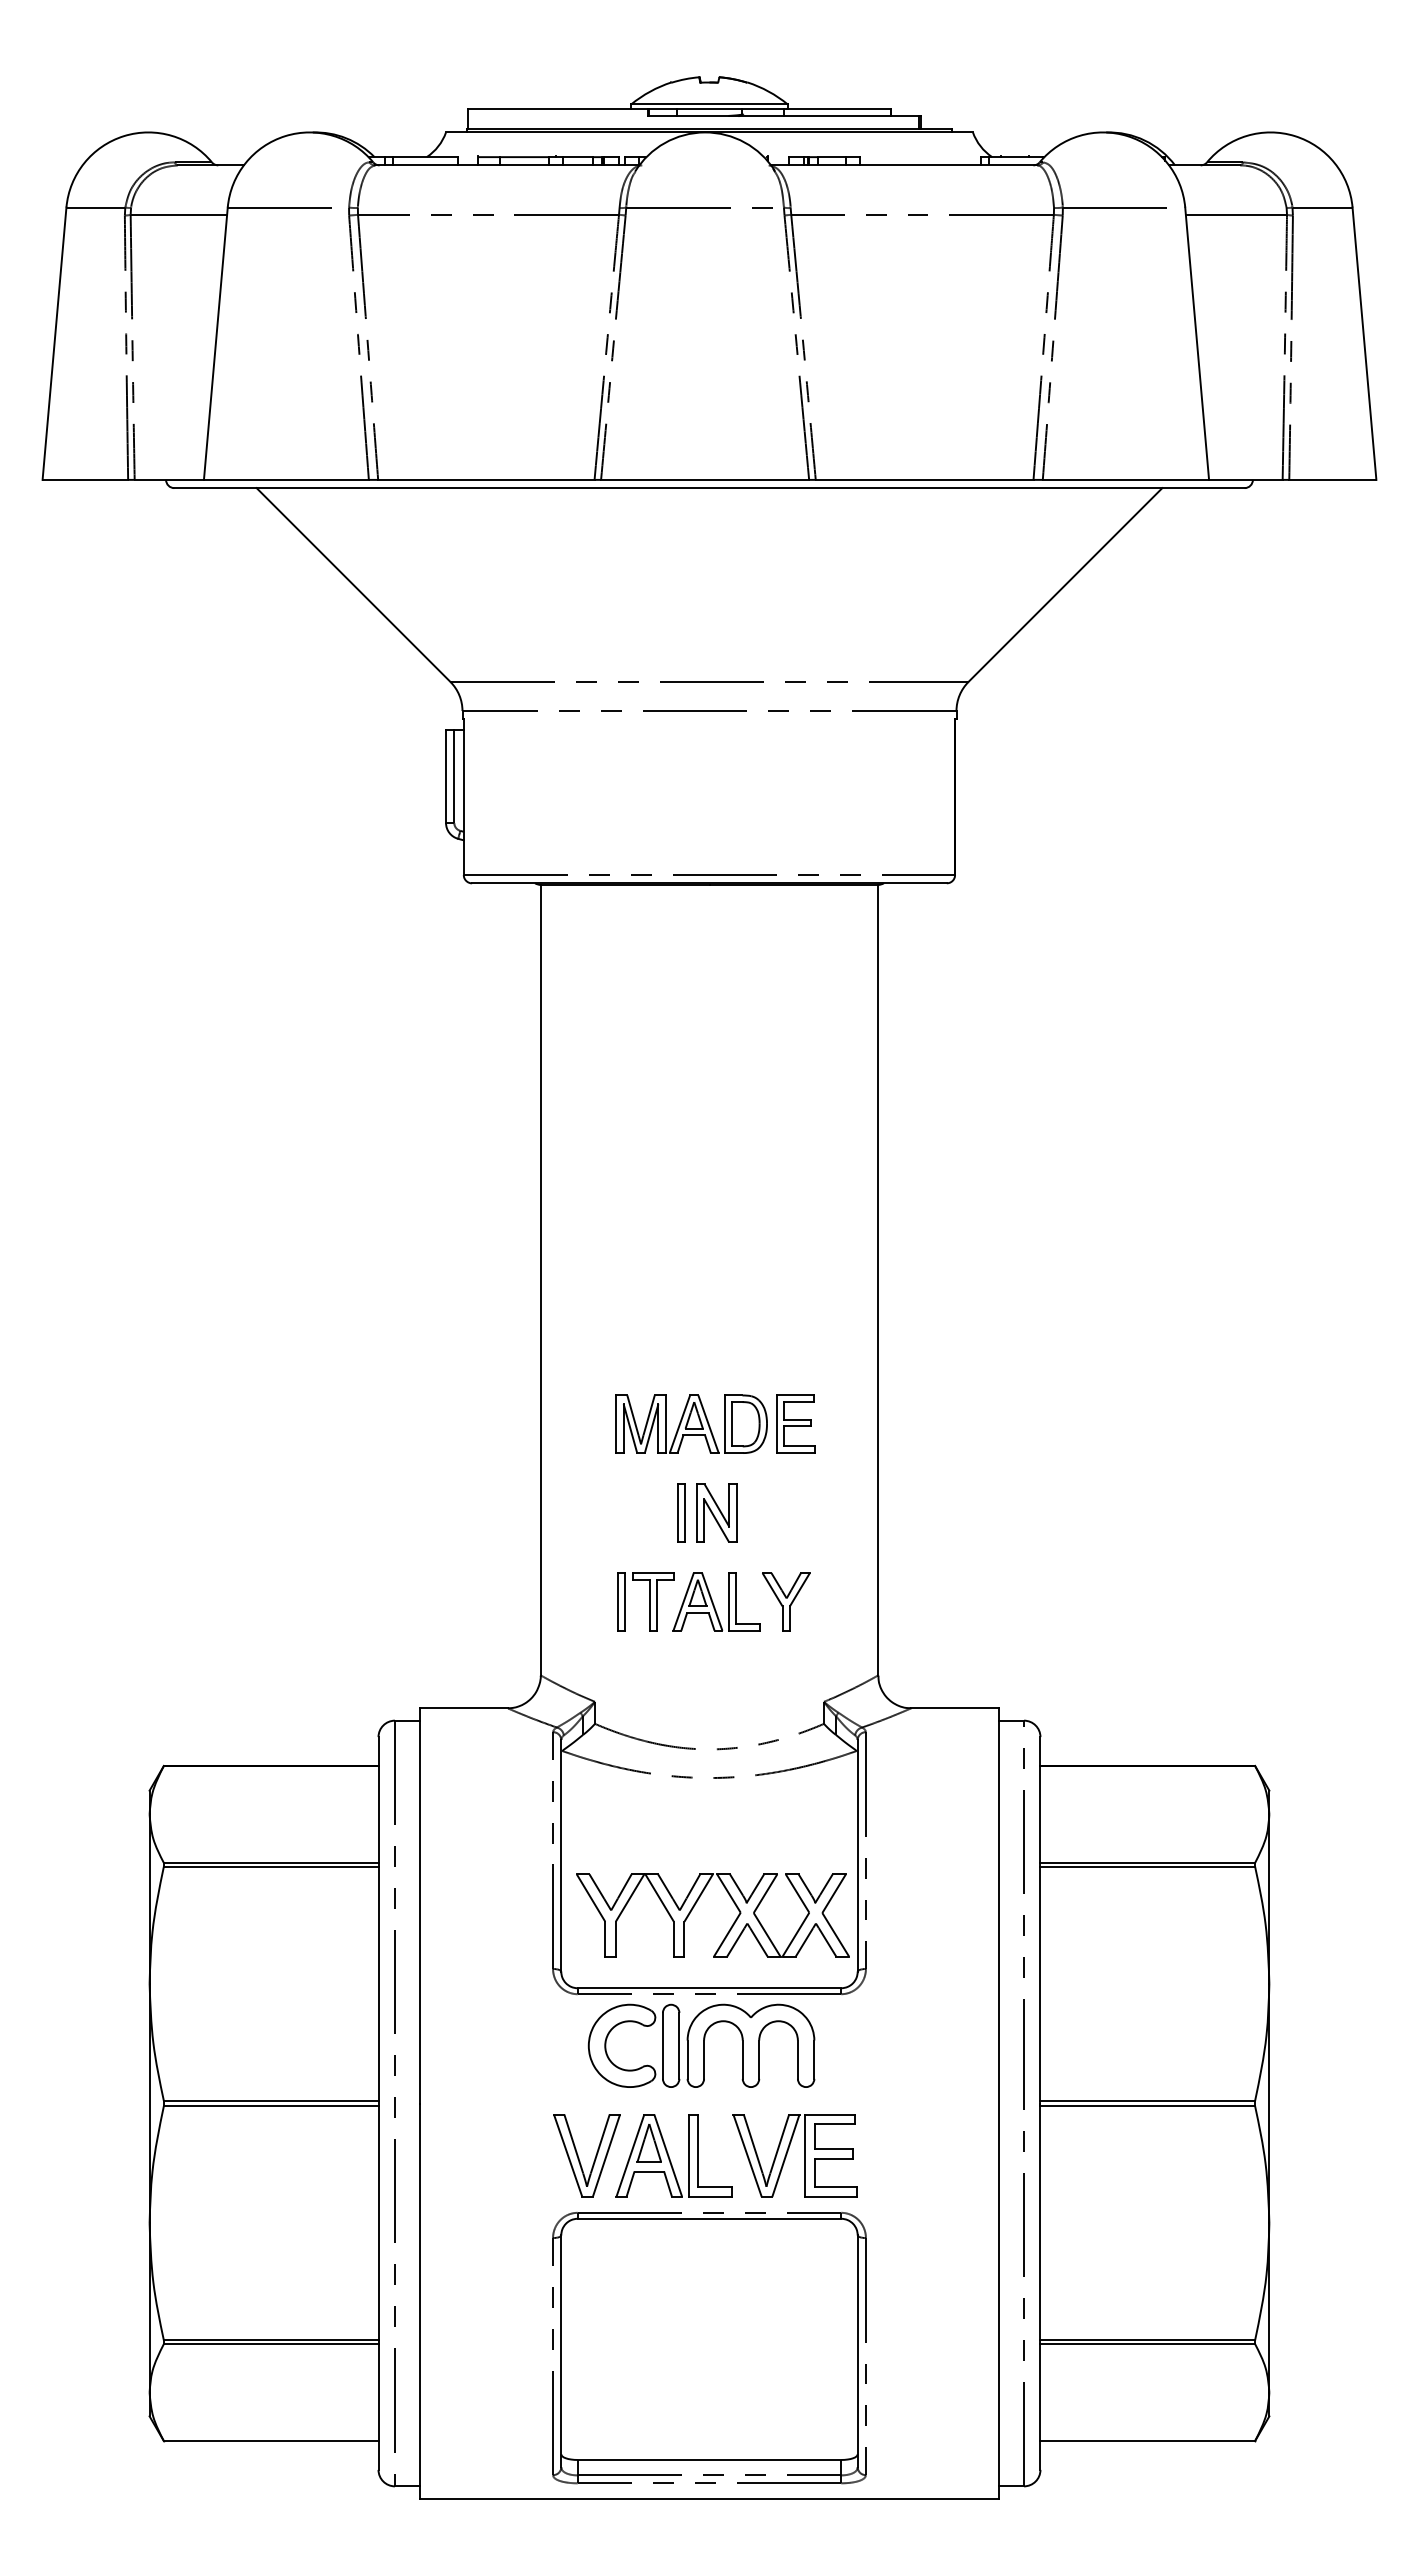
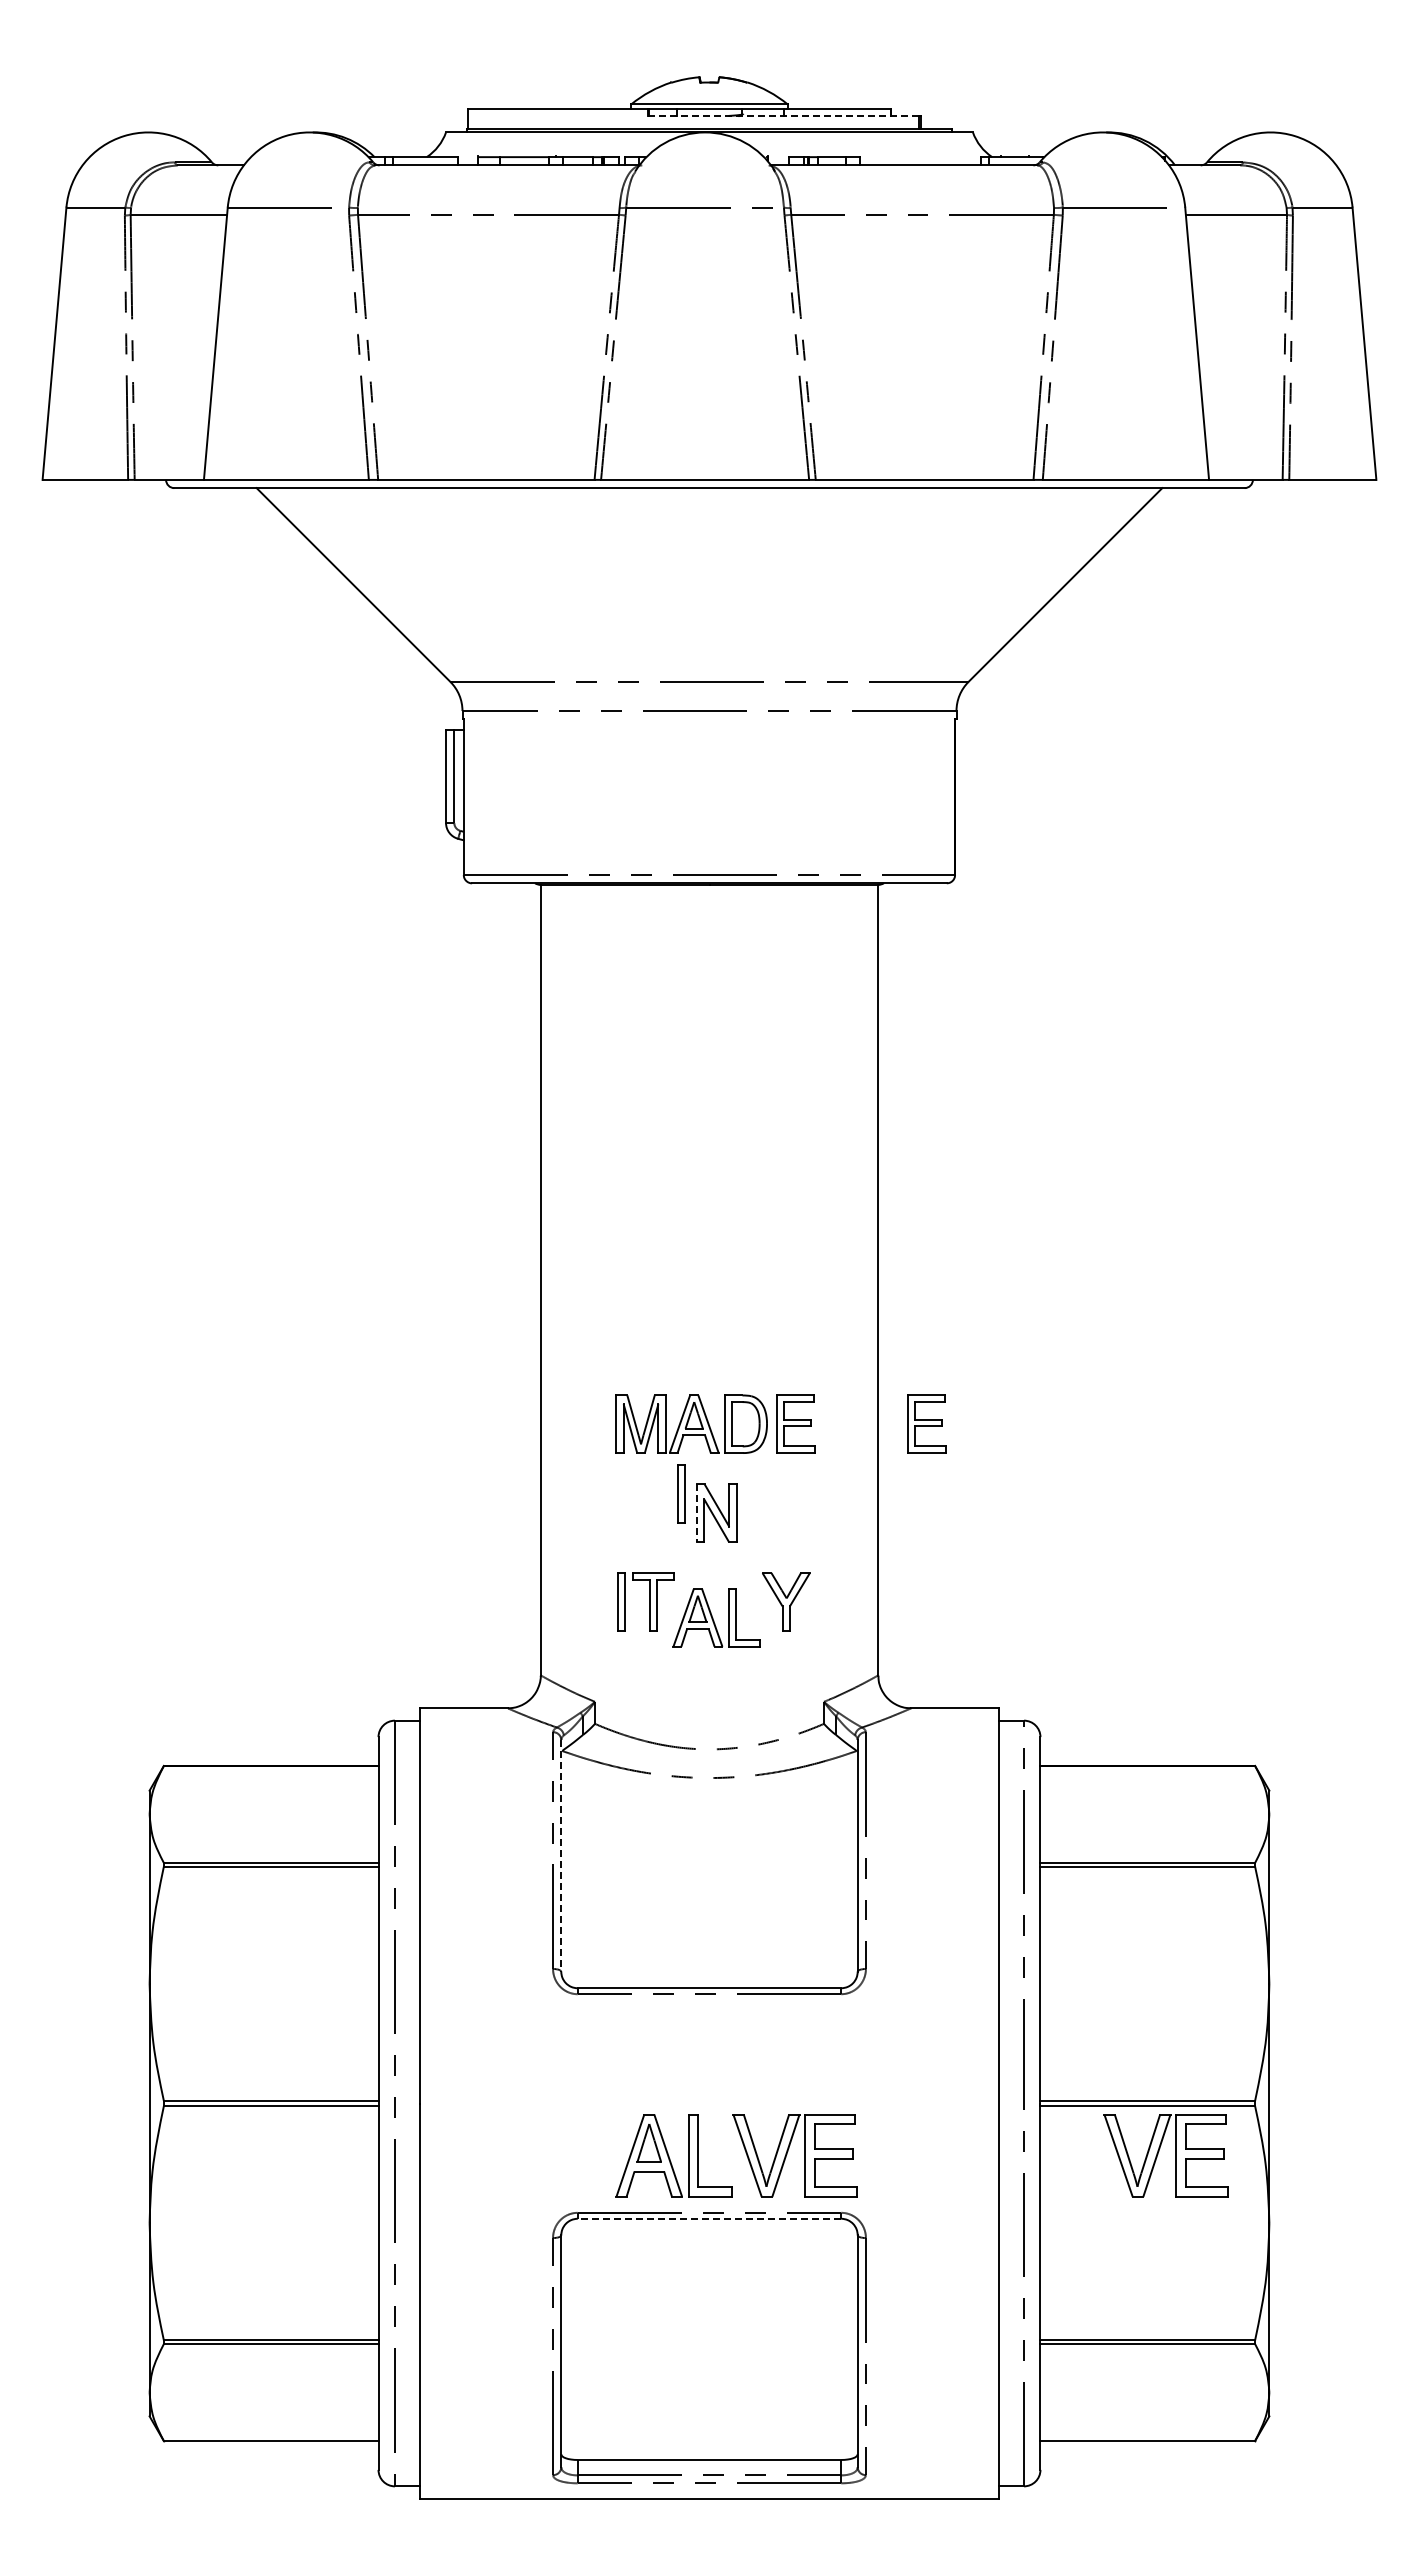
line at (783, 115): solid -> dashed
part at (926, 1423): none -> present
part at (681, 1512) position: (681, 1512) -> (681, 1493)
line at (696, 1513): solid -> dashed
part at (716, 1601) position: (716, 1601) -> (716, 1617)
line at (561, 1855): solid -> dashed
part at (694, 1907): present -> none
part at (701, 2045): present -> none
part at (1158, 2154): none -> present
part at (579, 2158): present -> none
line at (709, 2218): solid -> dashed
